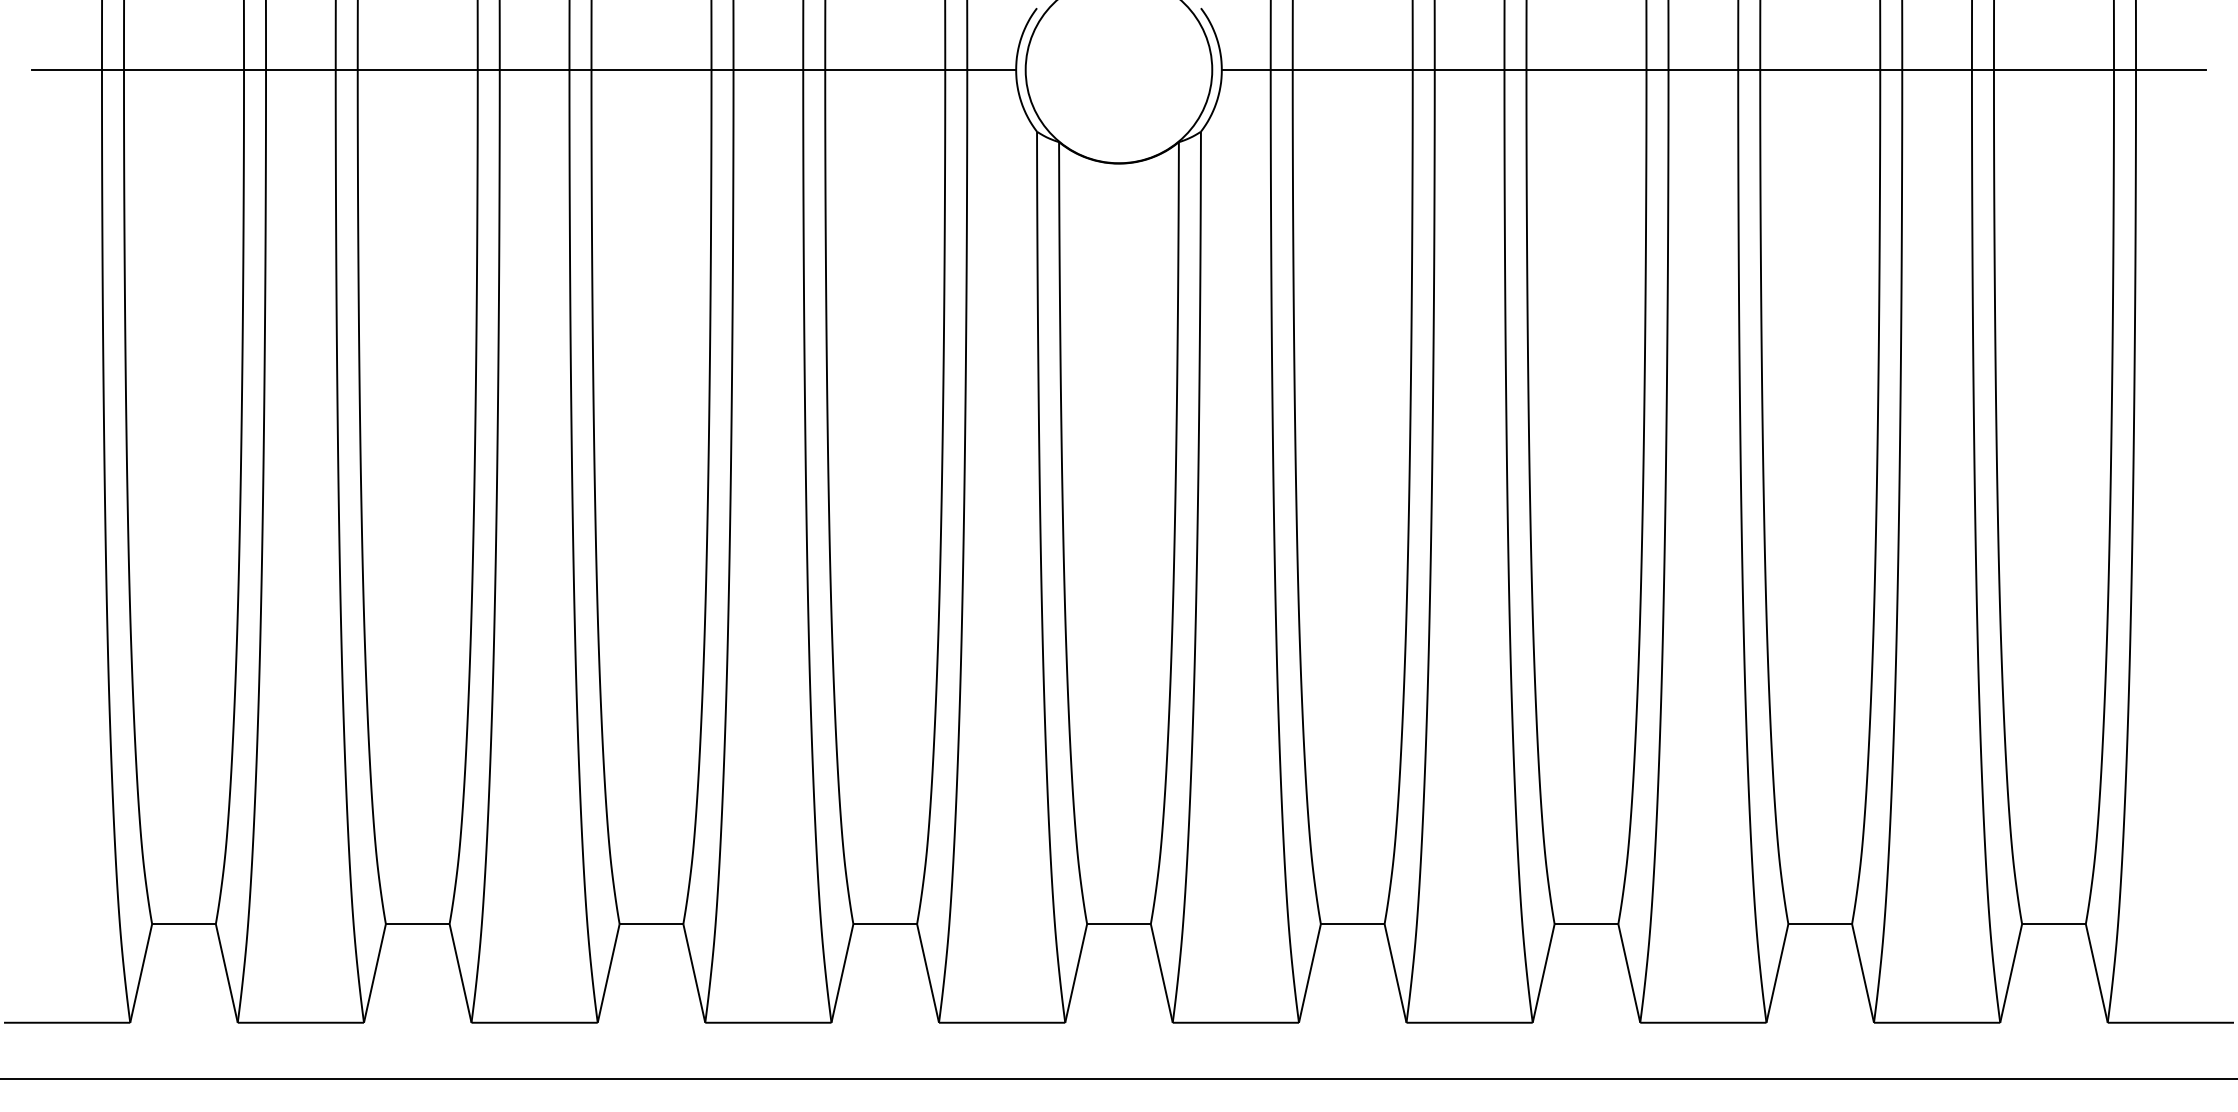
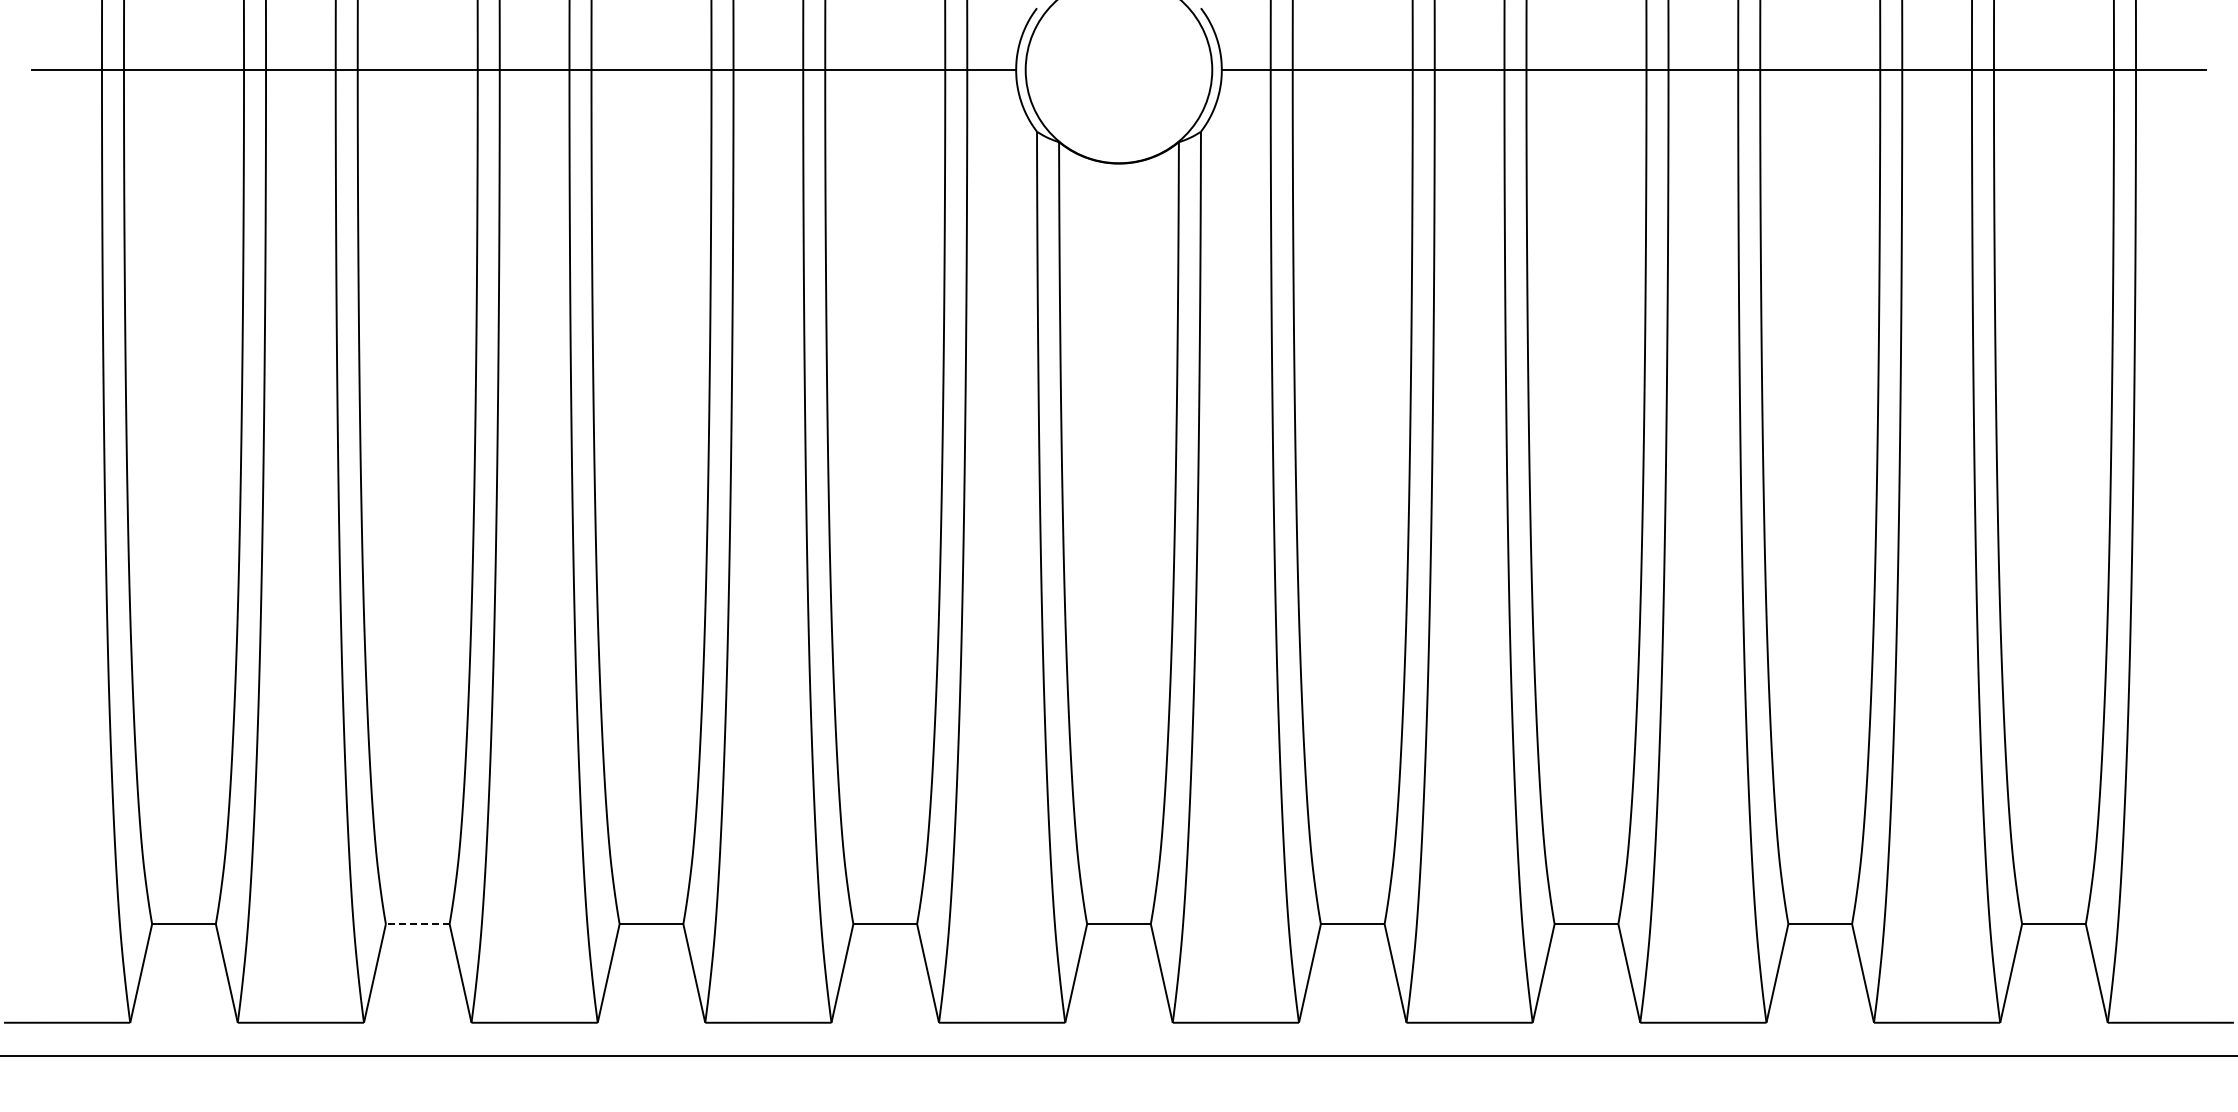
line at (417, 924): solid -> dashed
line at (1118, 1078) position: (1118, 1078) -> (1118, 1055)
